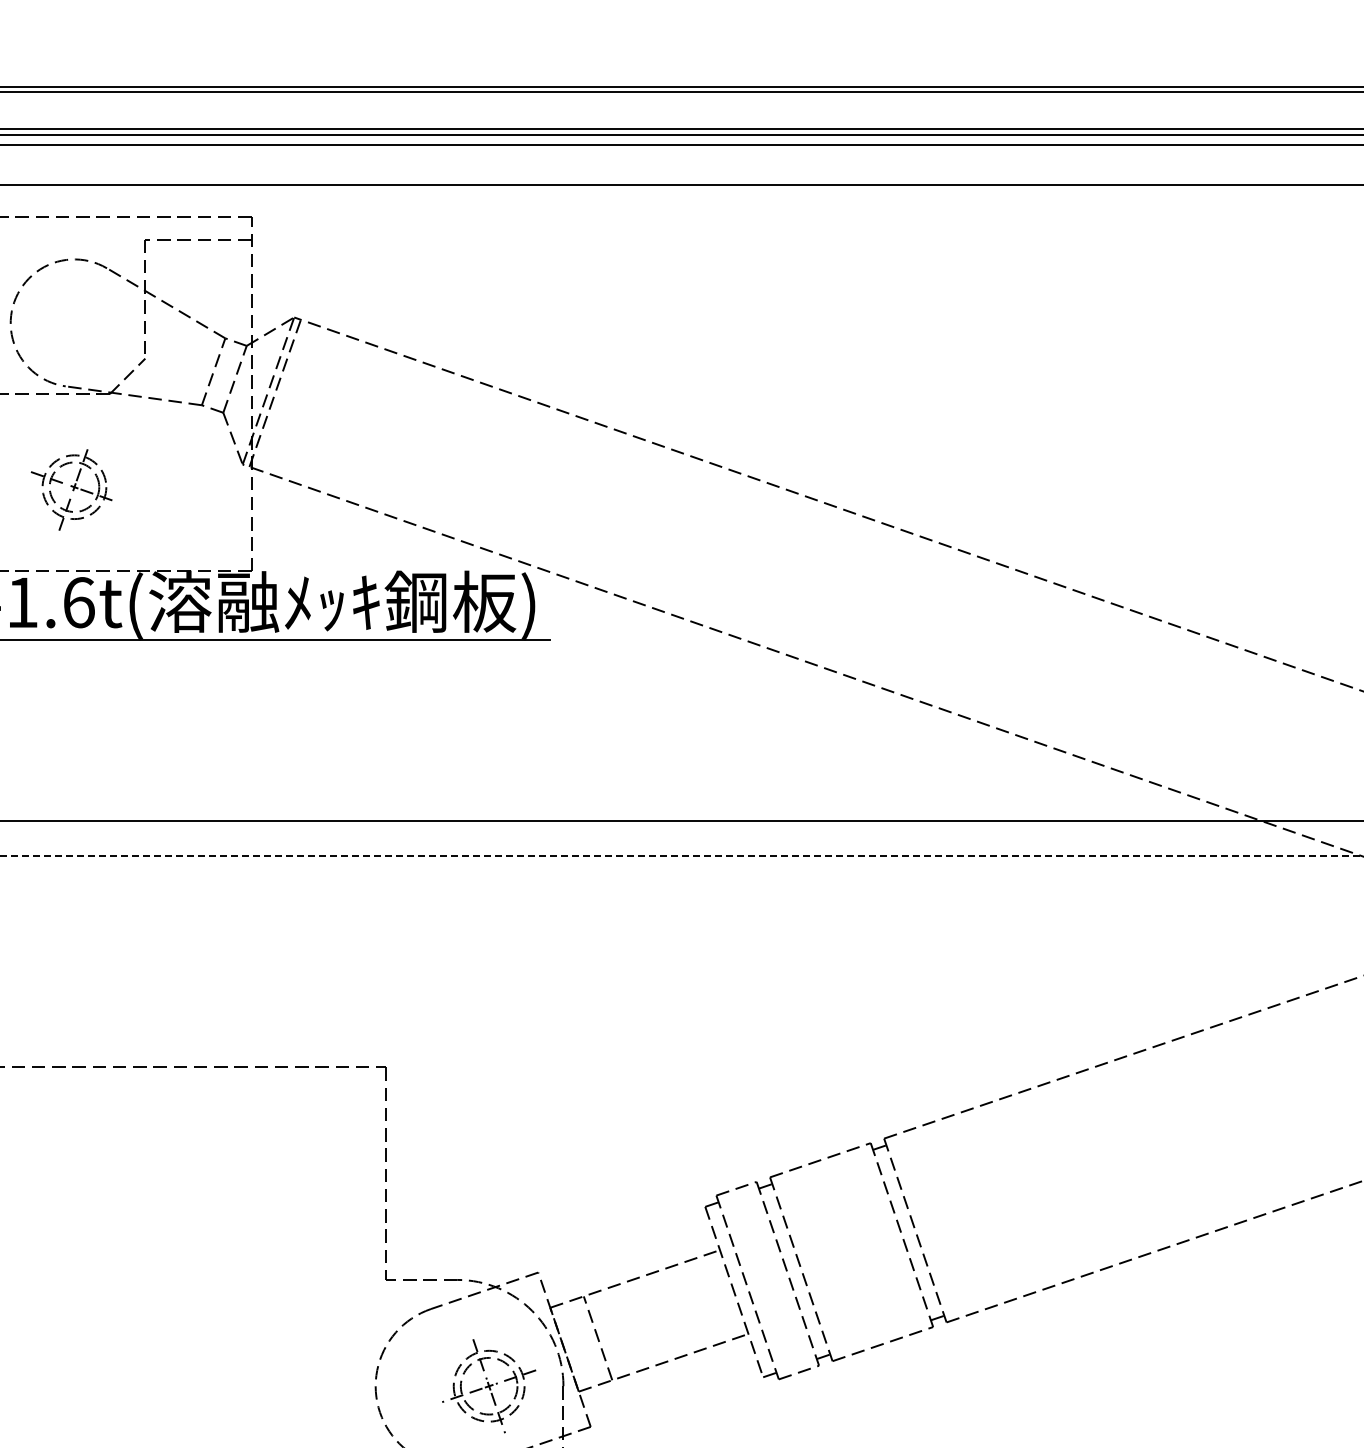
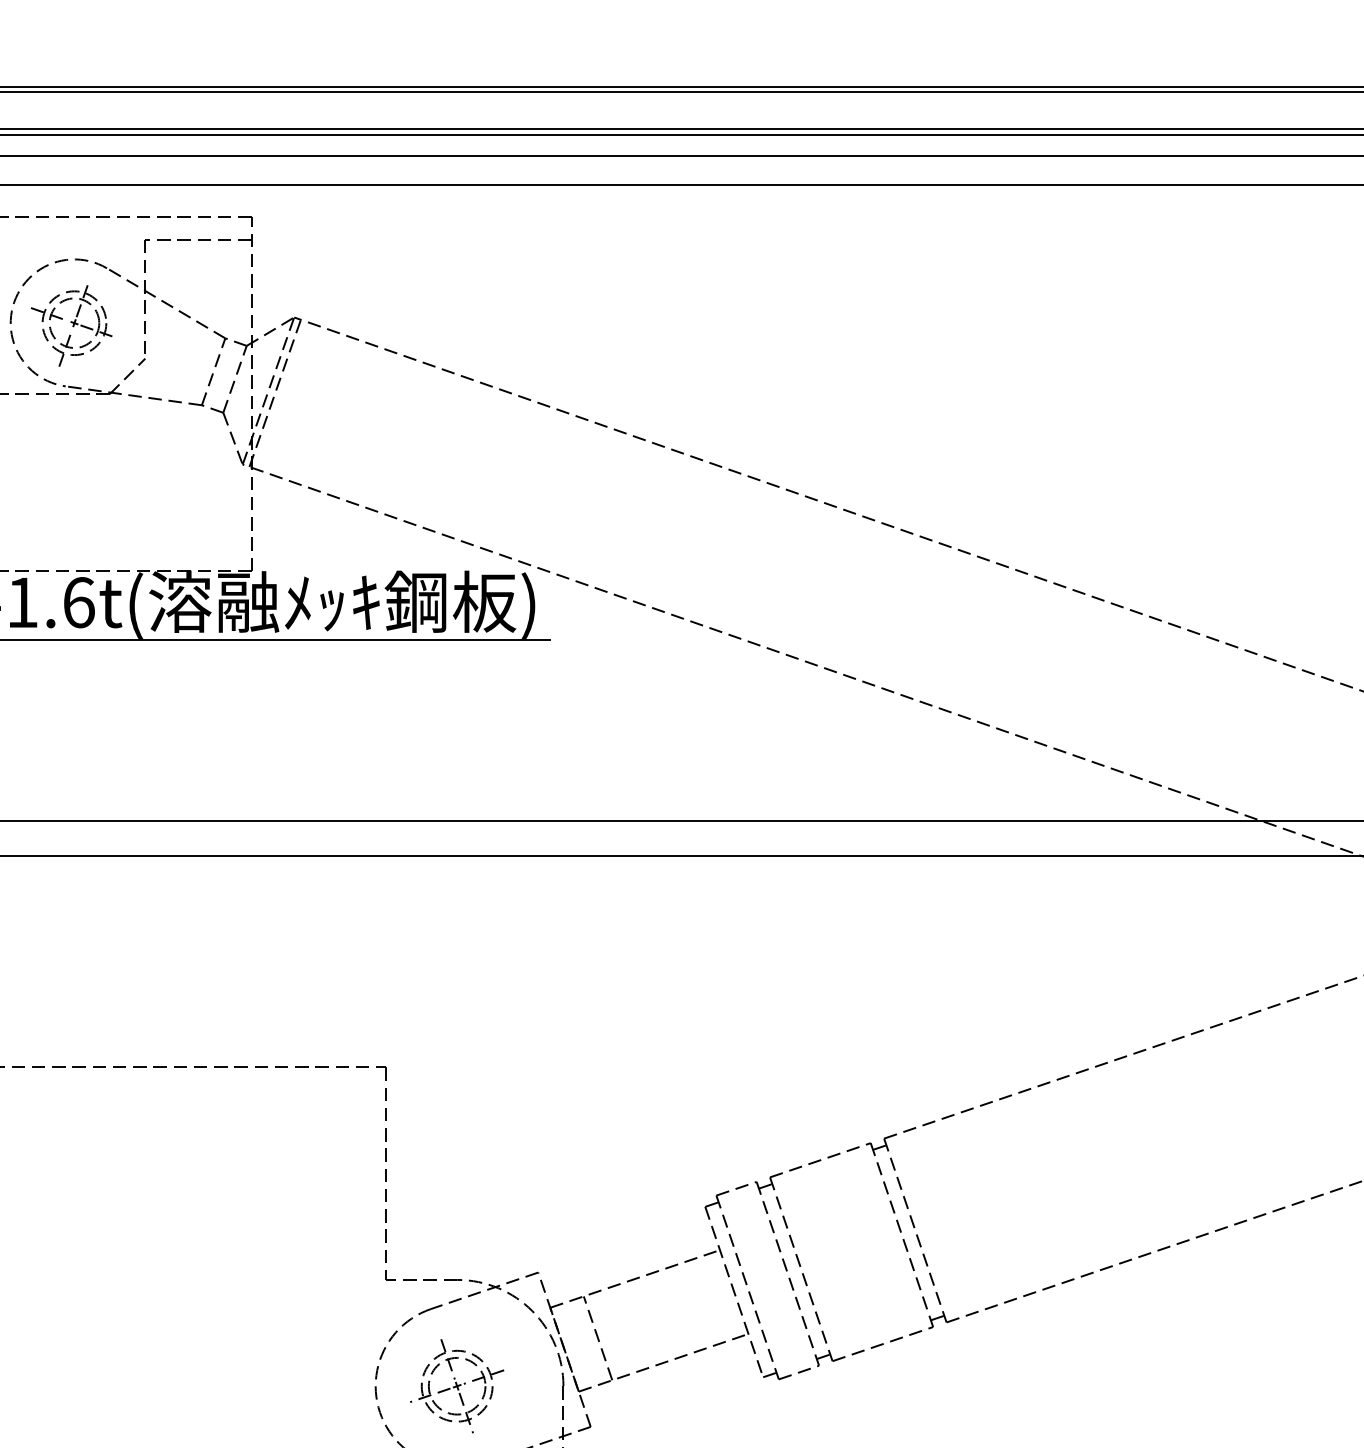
line at (681, 144) position: (681, 144) -> (681, 155)
part at (71, 489) position: (71, 489) -> (71, 325)
line at (681, 856): dashed -> solid
part at (489, 1386) position: (489, 1386) -> (457, 1386)
